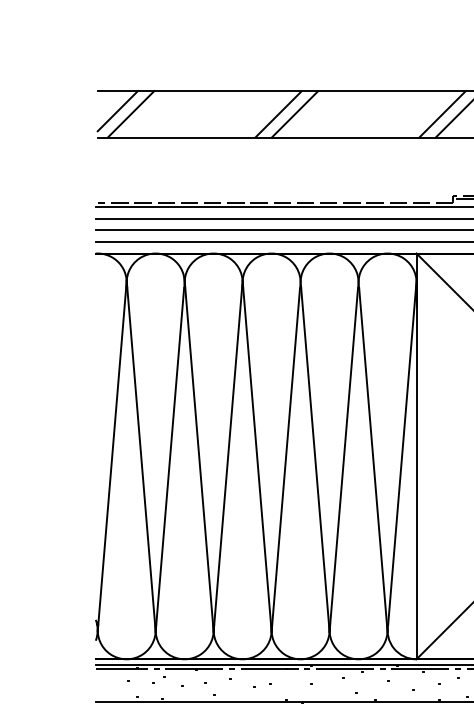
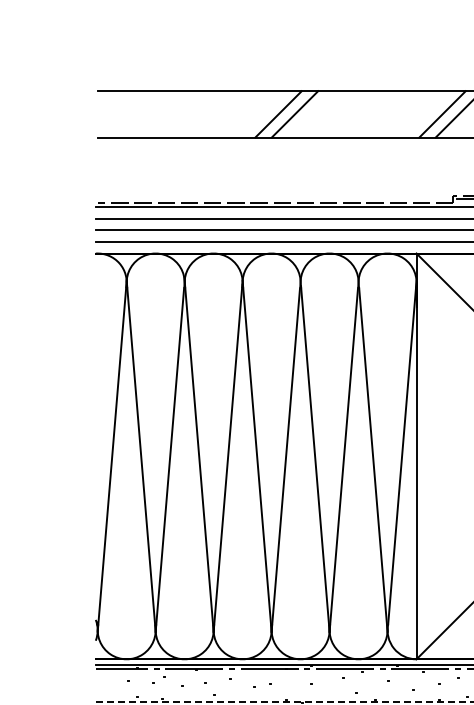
line at (117, 111): present -> none
line at (130, 114): present -> none
line at (284, 701): solid -> dashed
